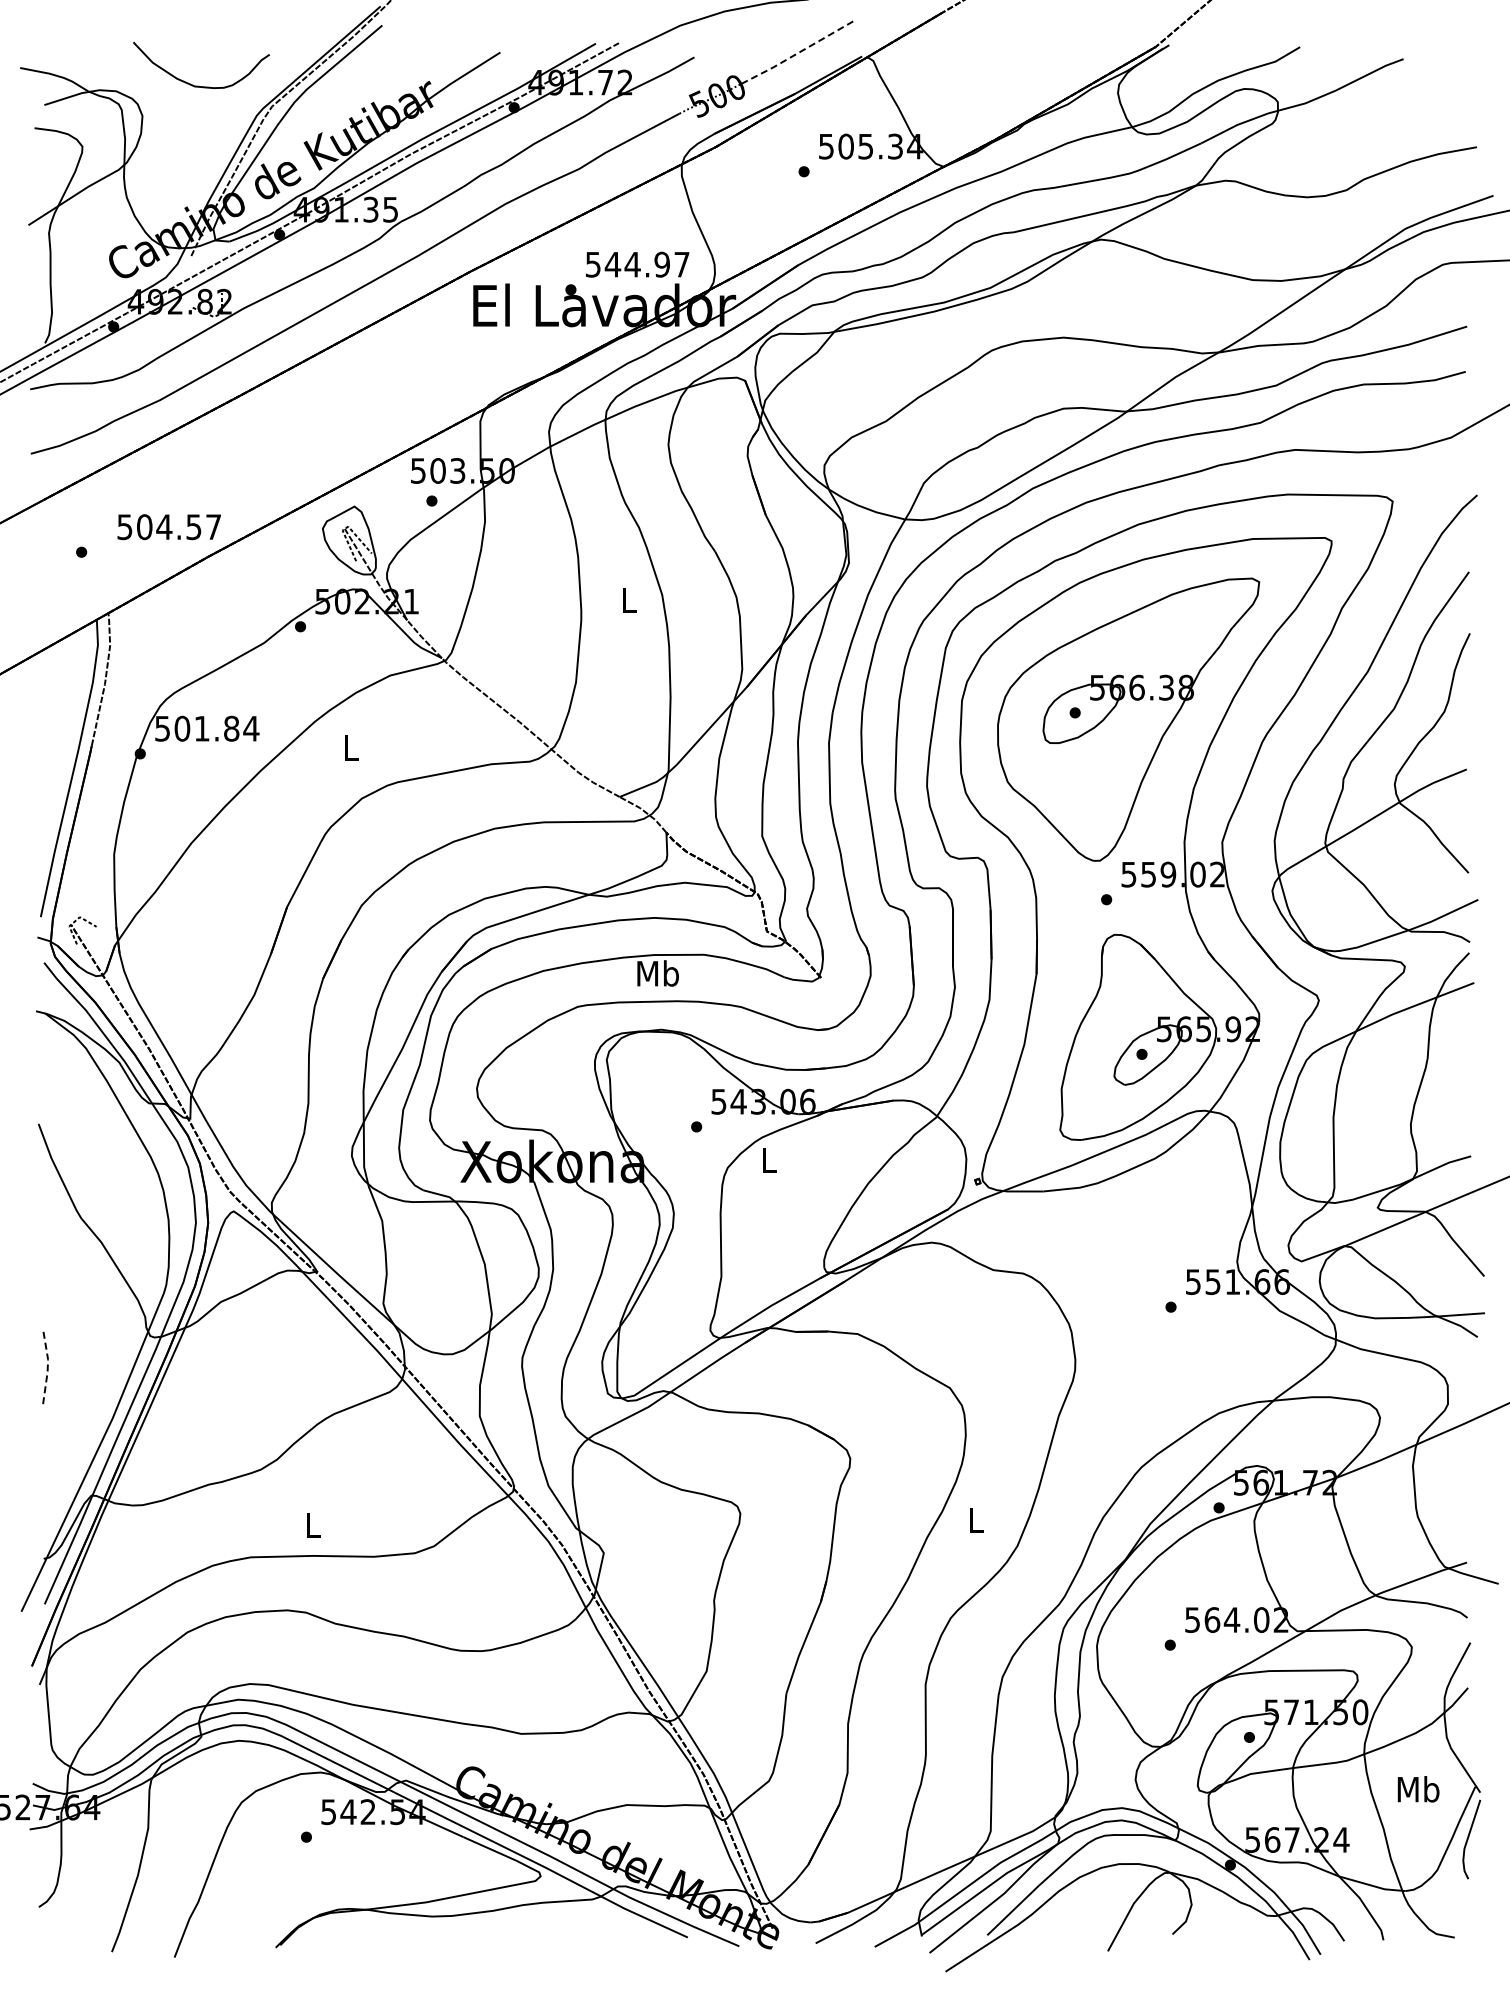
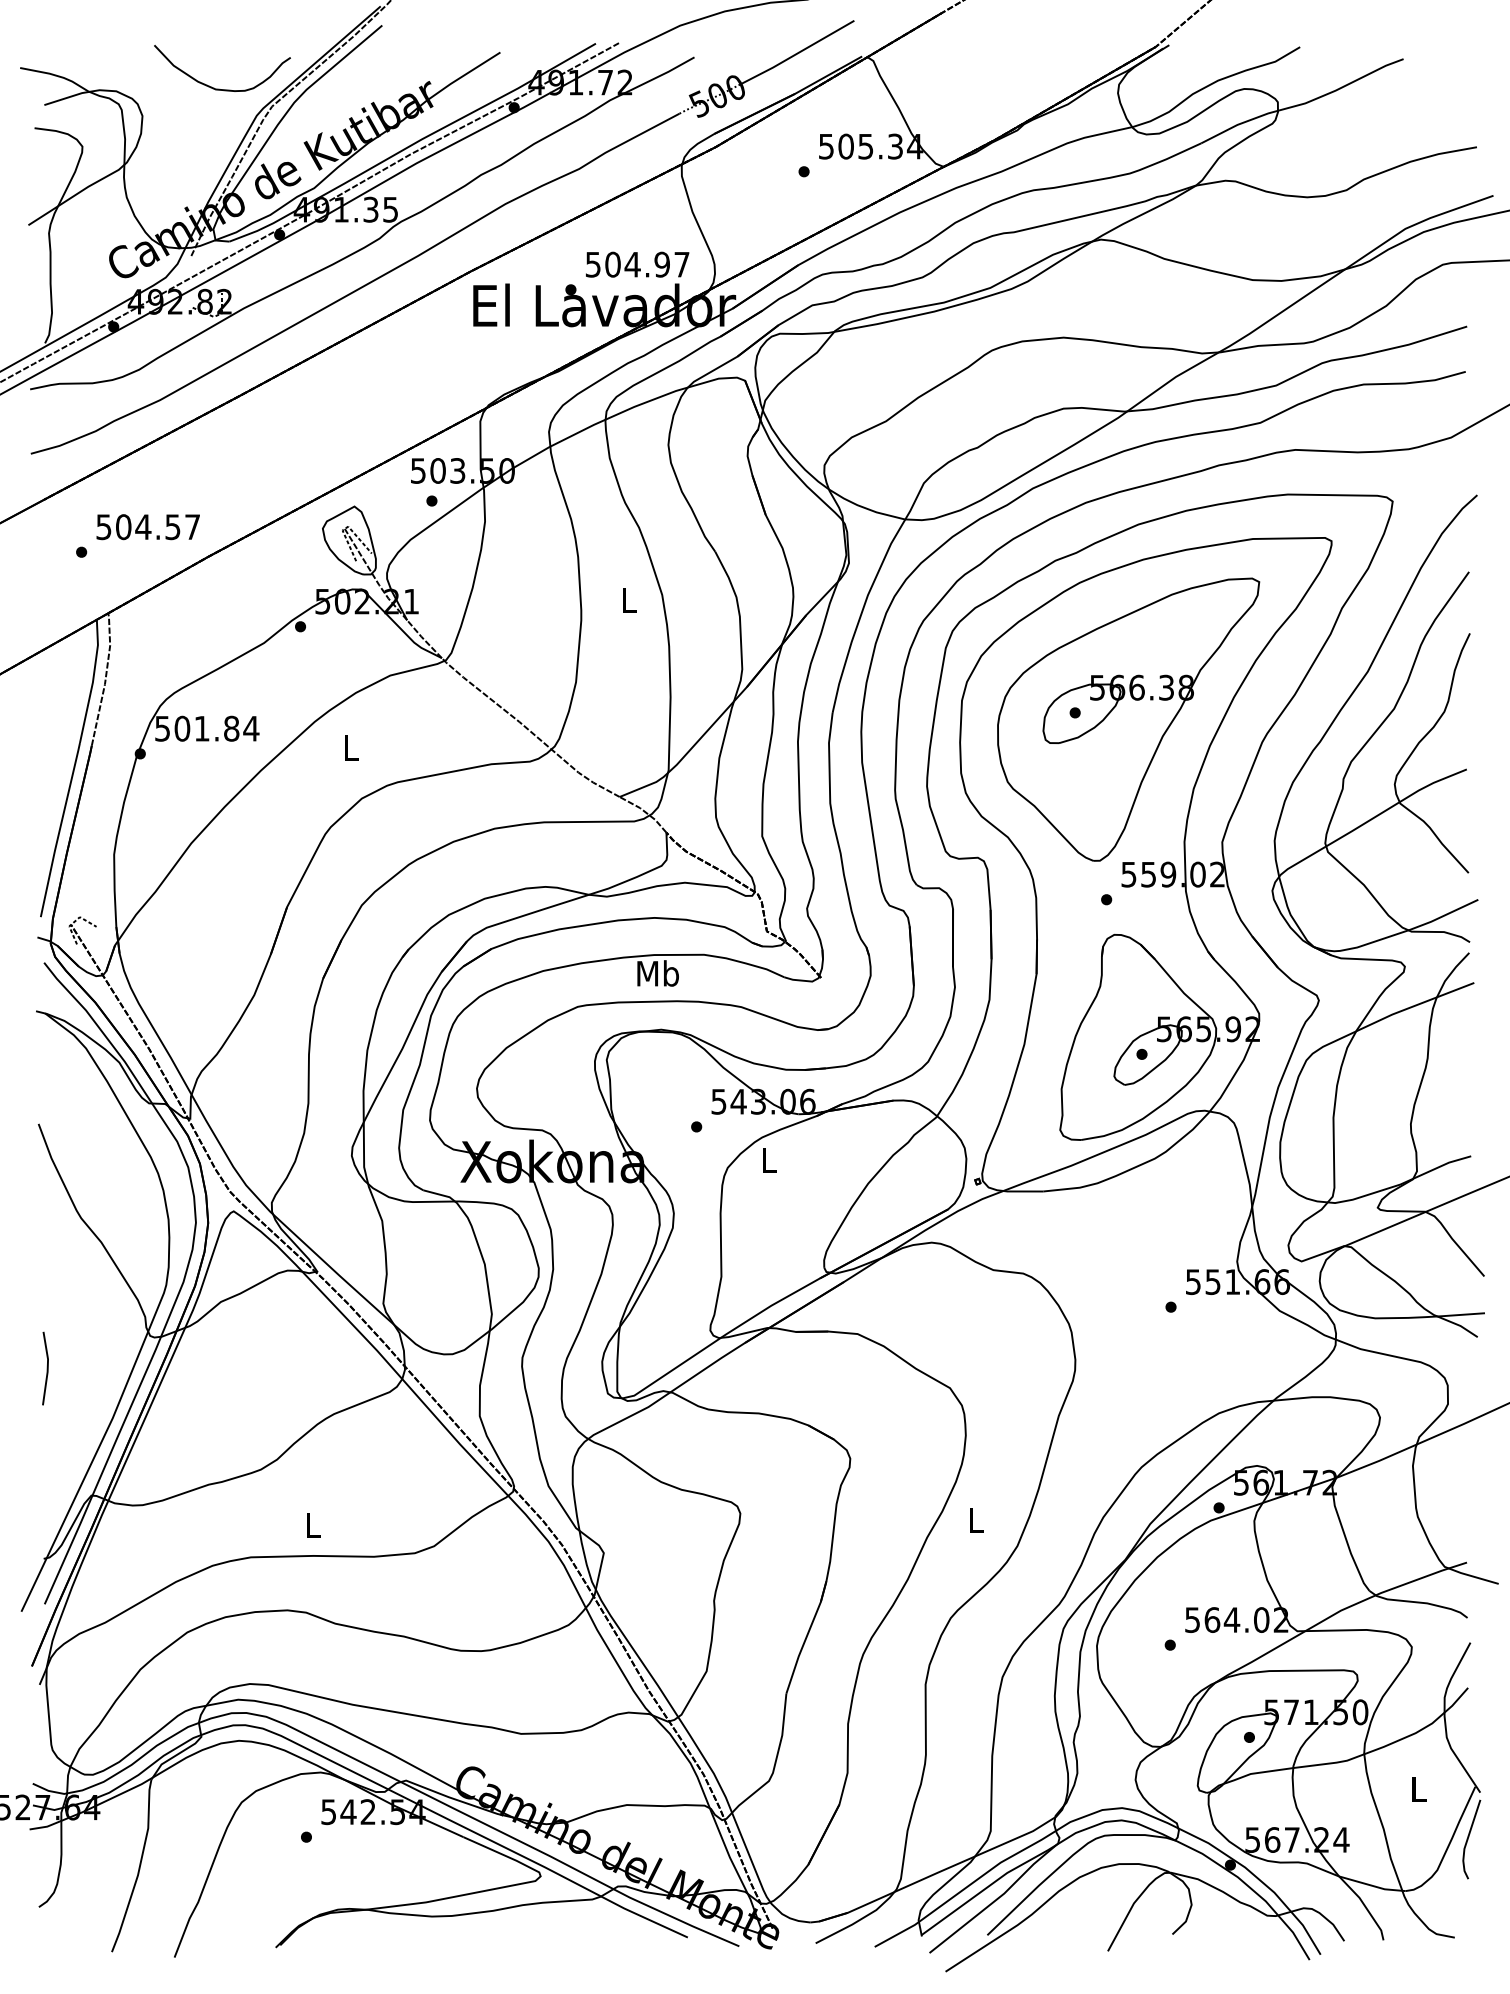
line at (798, 53): dashed -> solid
curve at (198, 85) position: (198, 85) -> (219, 88)
text at (612, 264): 544.97 -> 504.97
text at (168, 527) position: (168, 527) -> (147, 527)
line at (47, 1369): dashed -> solid
text at (1418, 1789): Mb -> L
